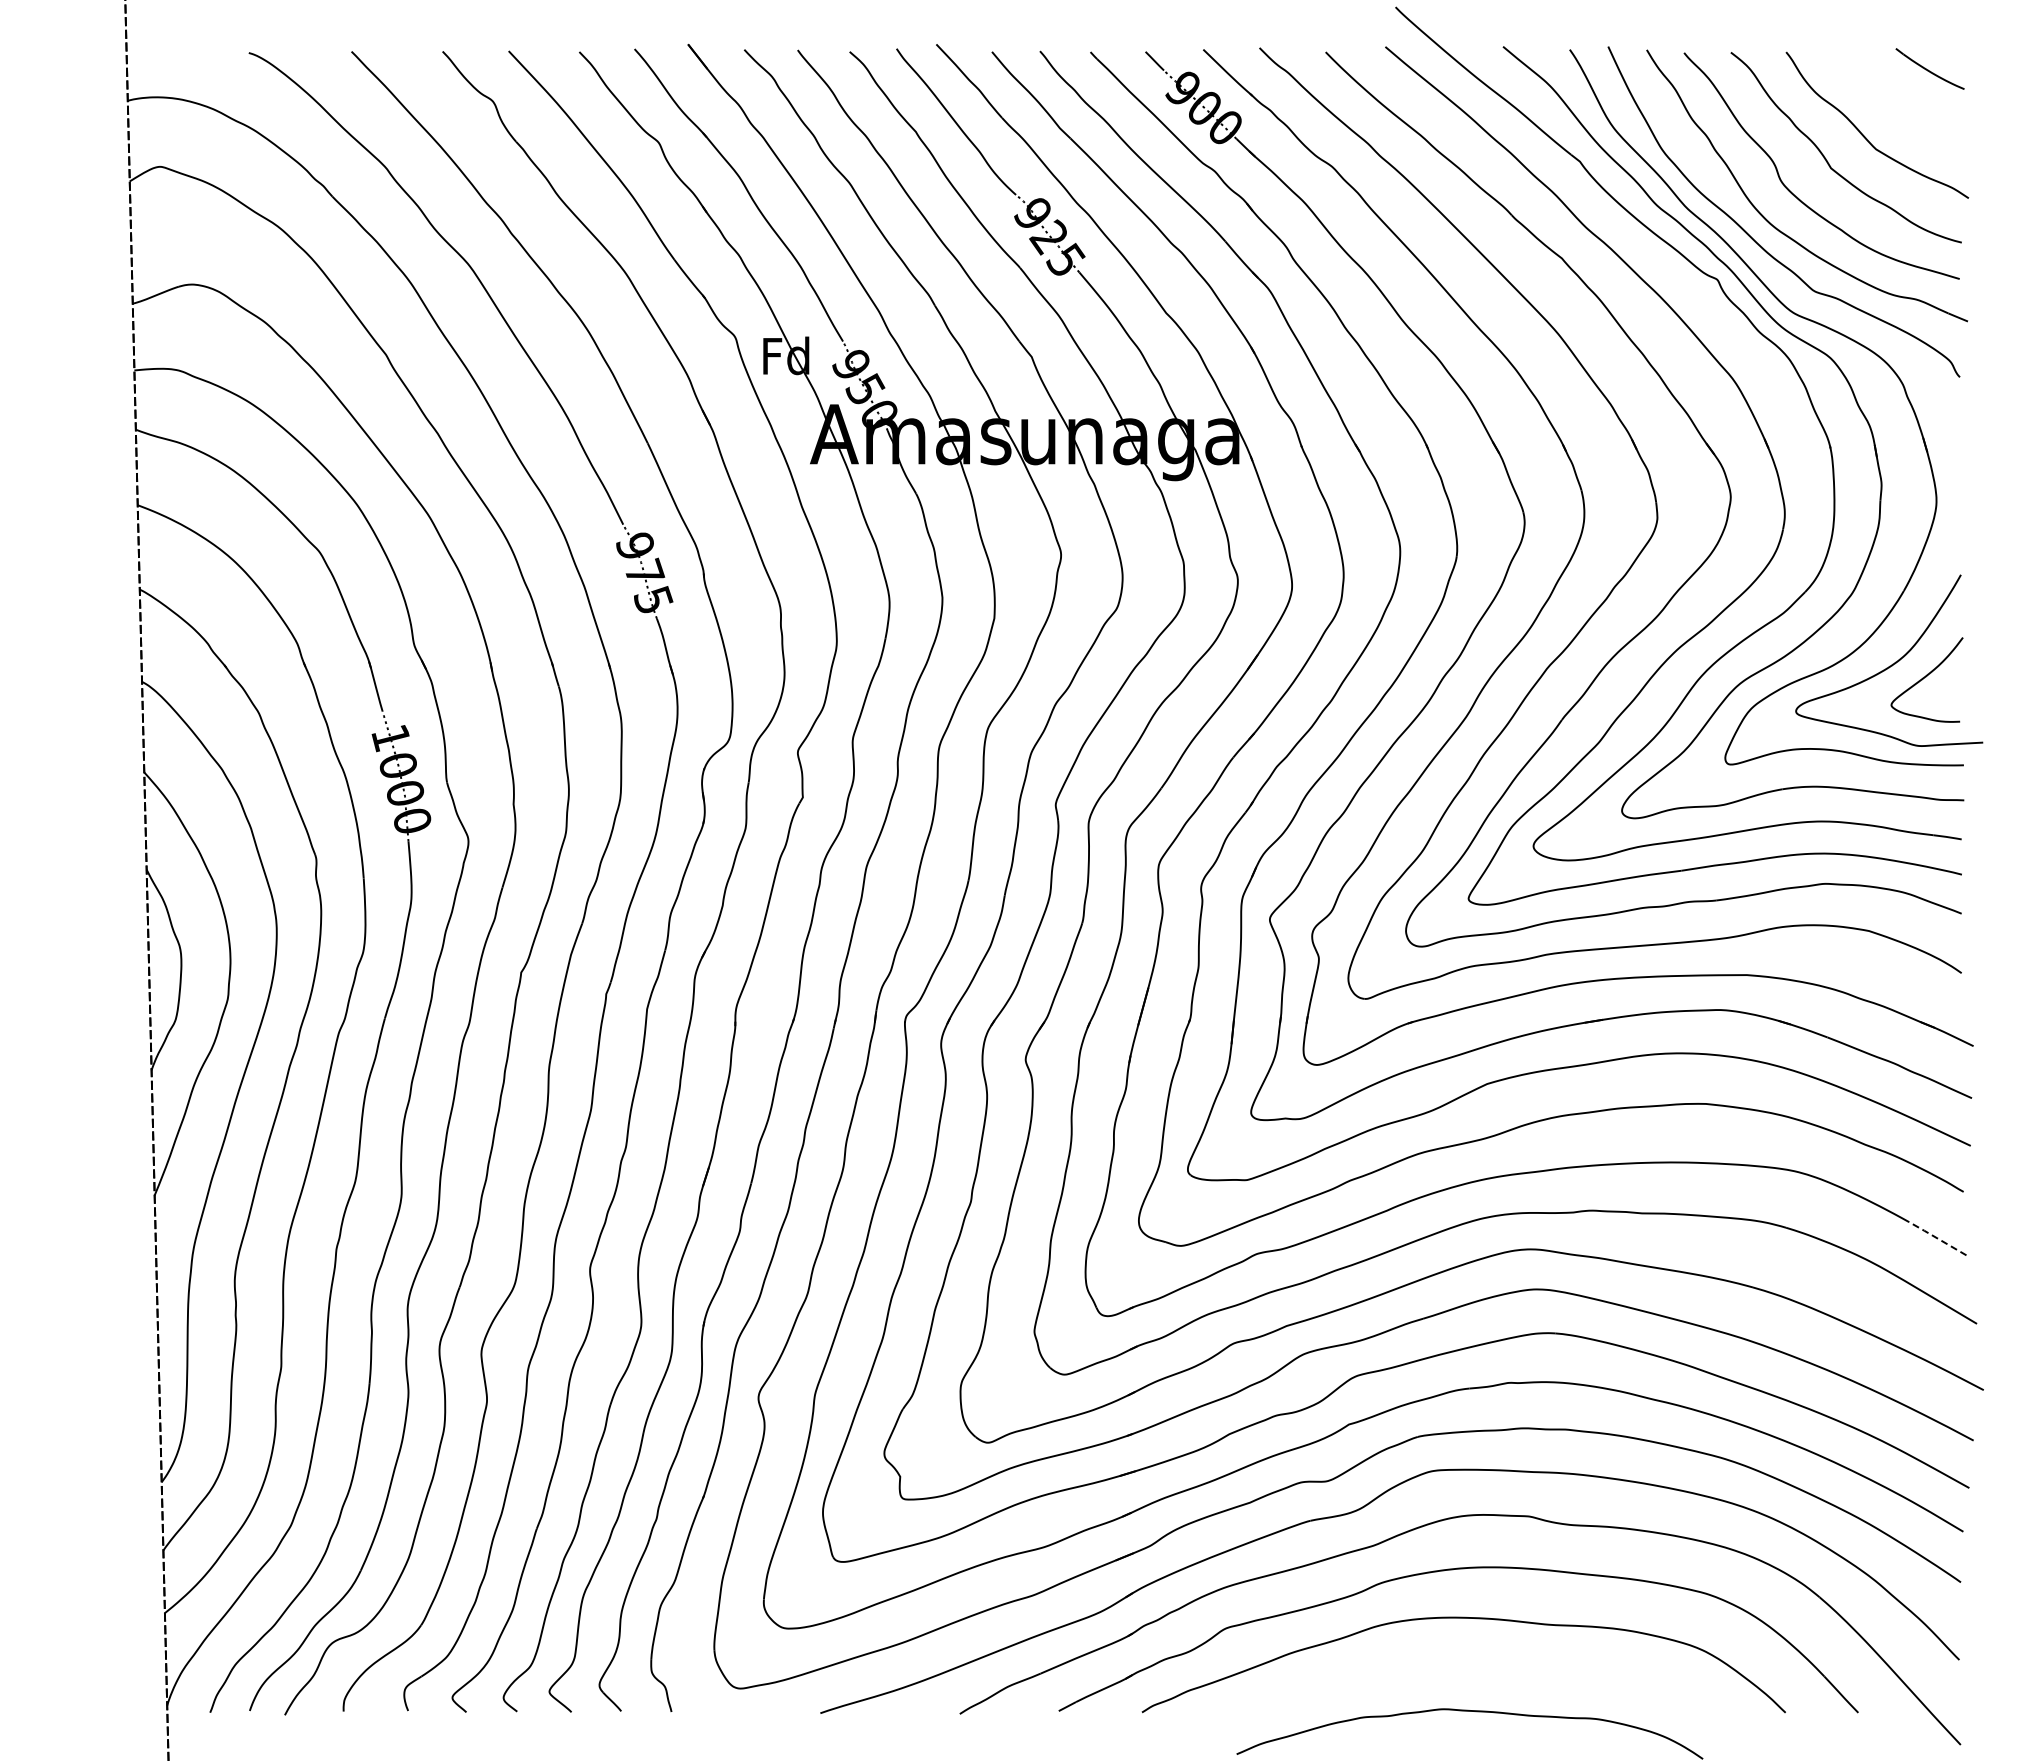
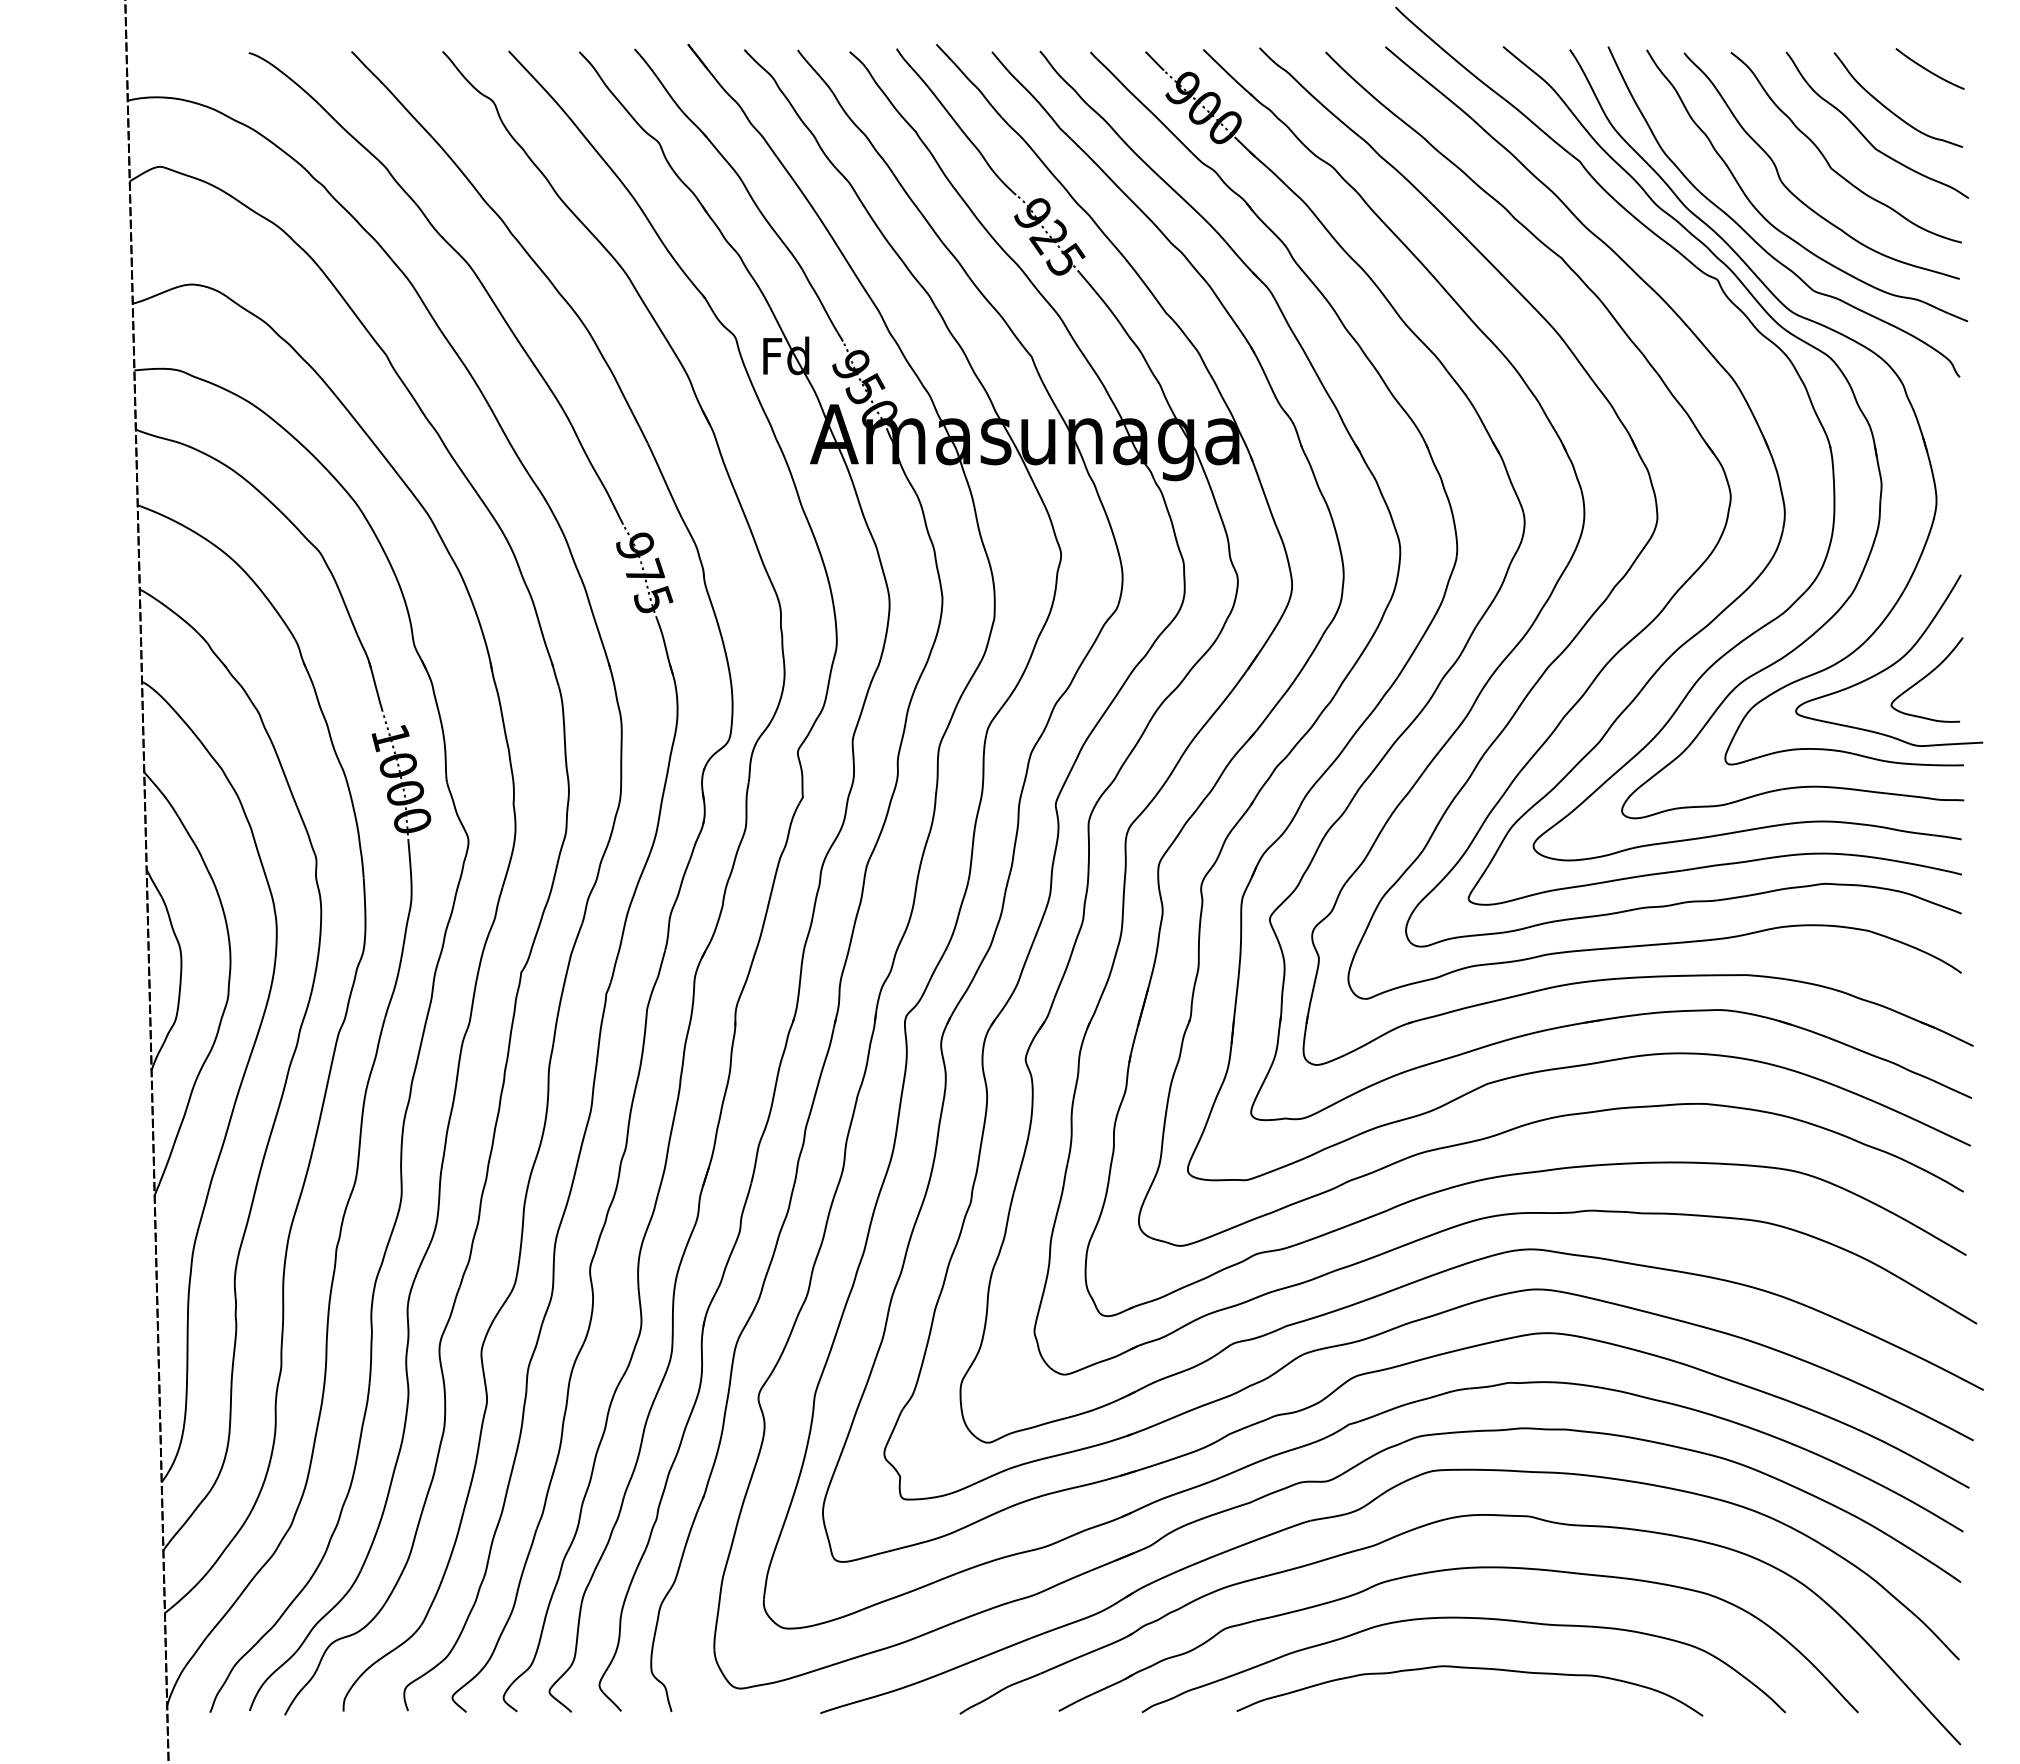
part at (1890, 109): none -> present
line at (1937, 1238): dashed -> solid
curve at (1469, 1711) position: (1469, 1711) -> (1469, 1668)
